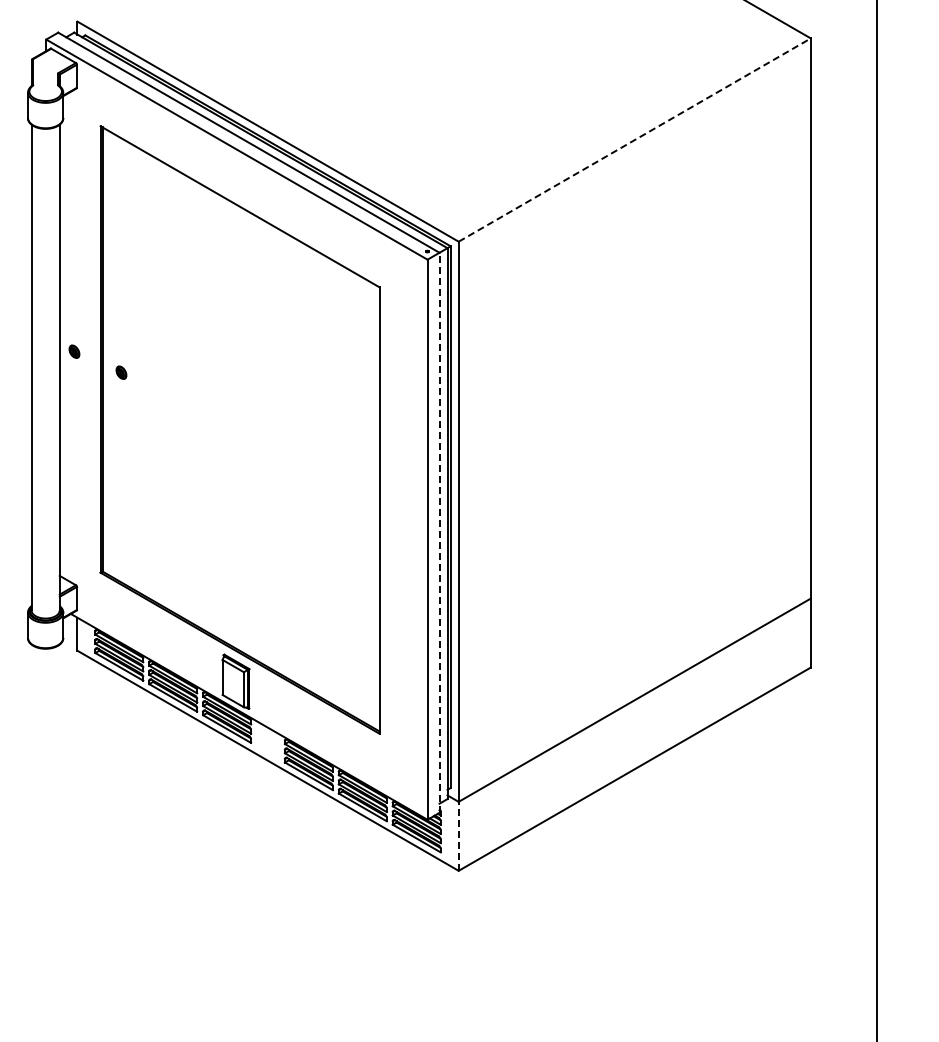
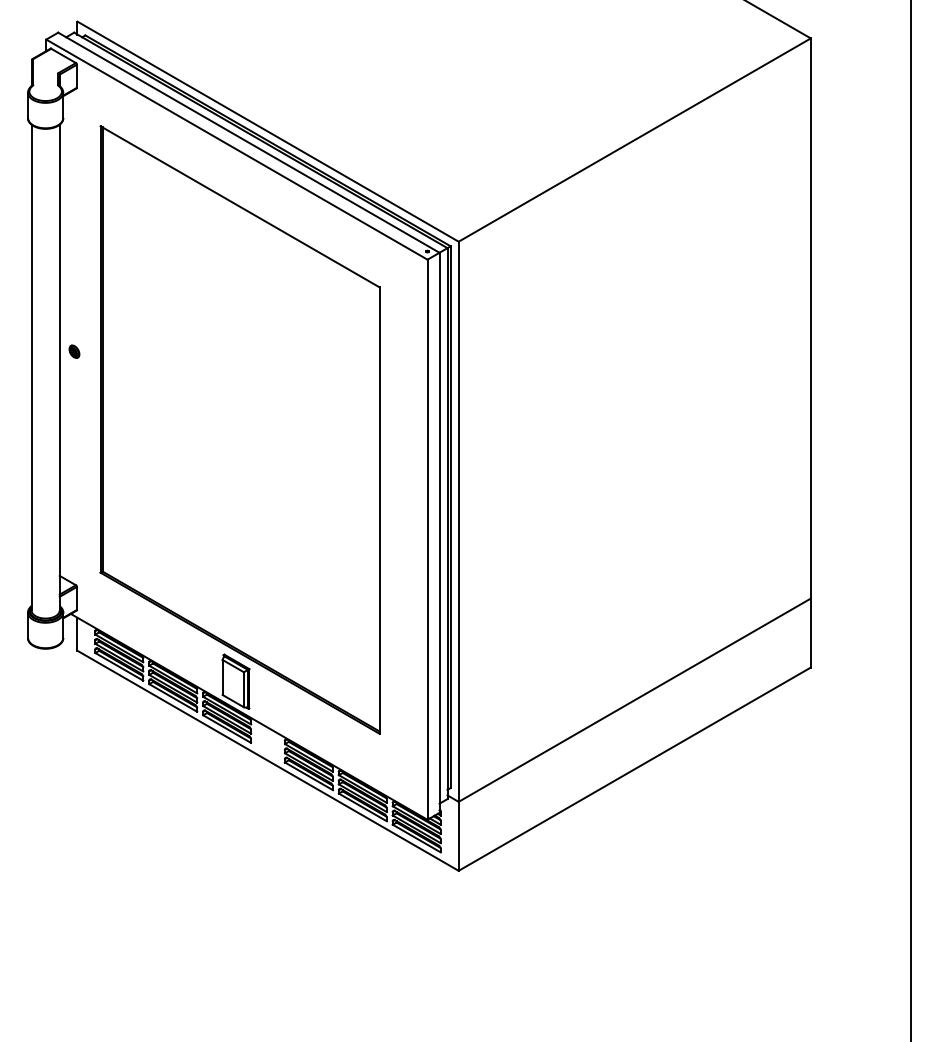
line at (635, 139): dashed -> solid
part at (121, 372): present -> none
line at (877, 520) position: (877, 520) -> (911, 520)
line at (439, 532): dashed -> solid
line at (458, 835): dashed -> solid
